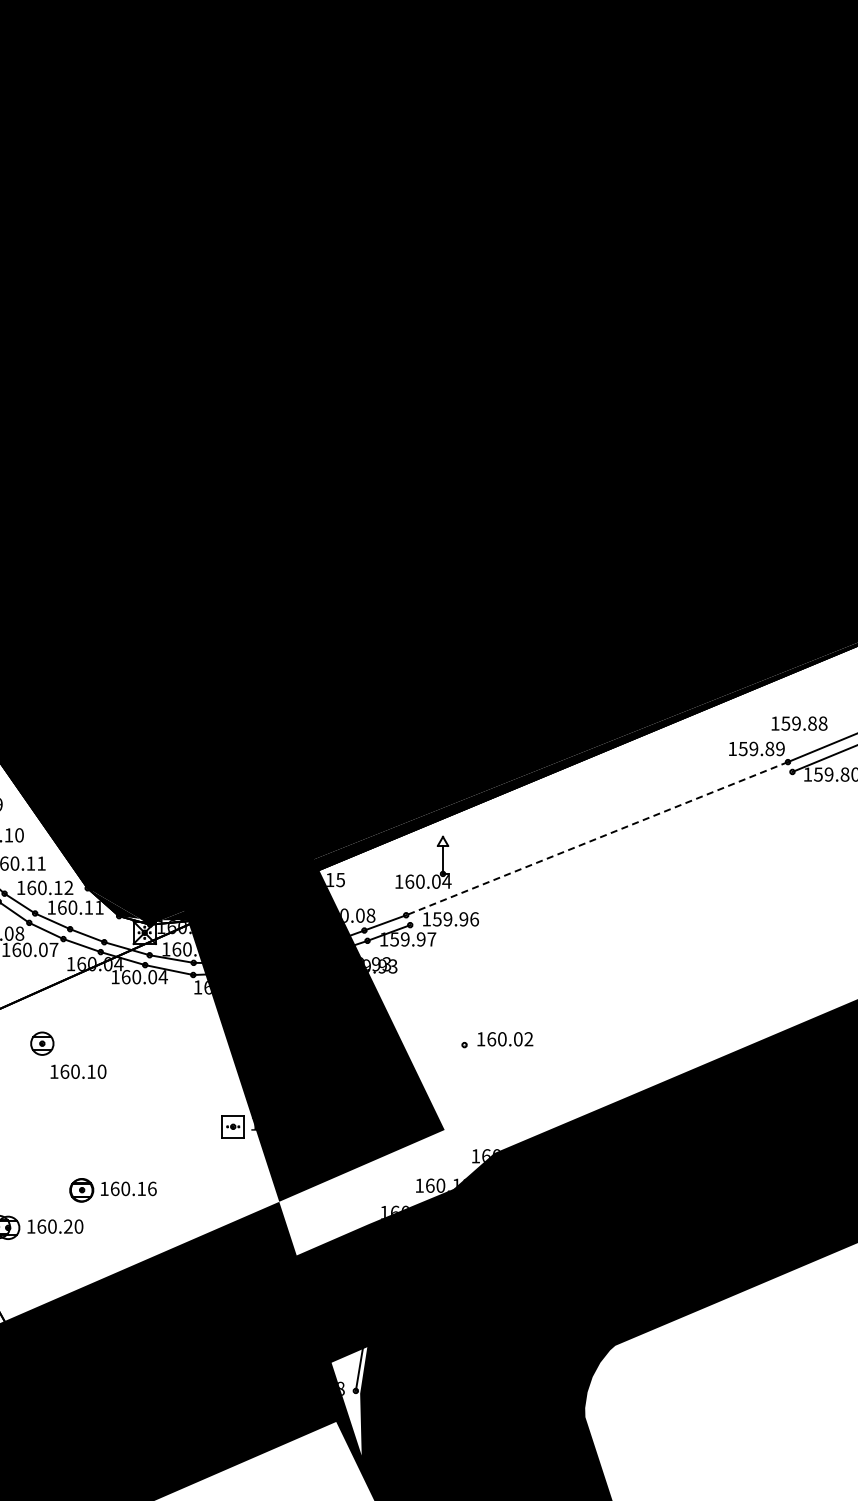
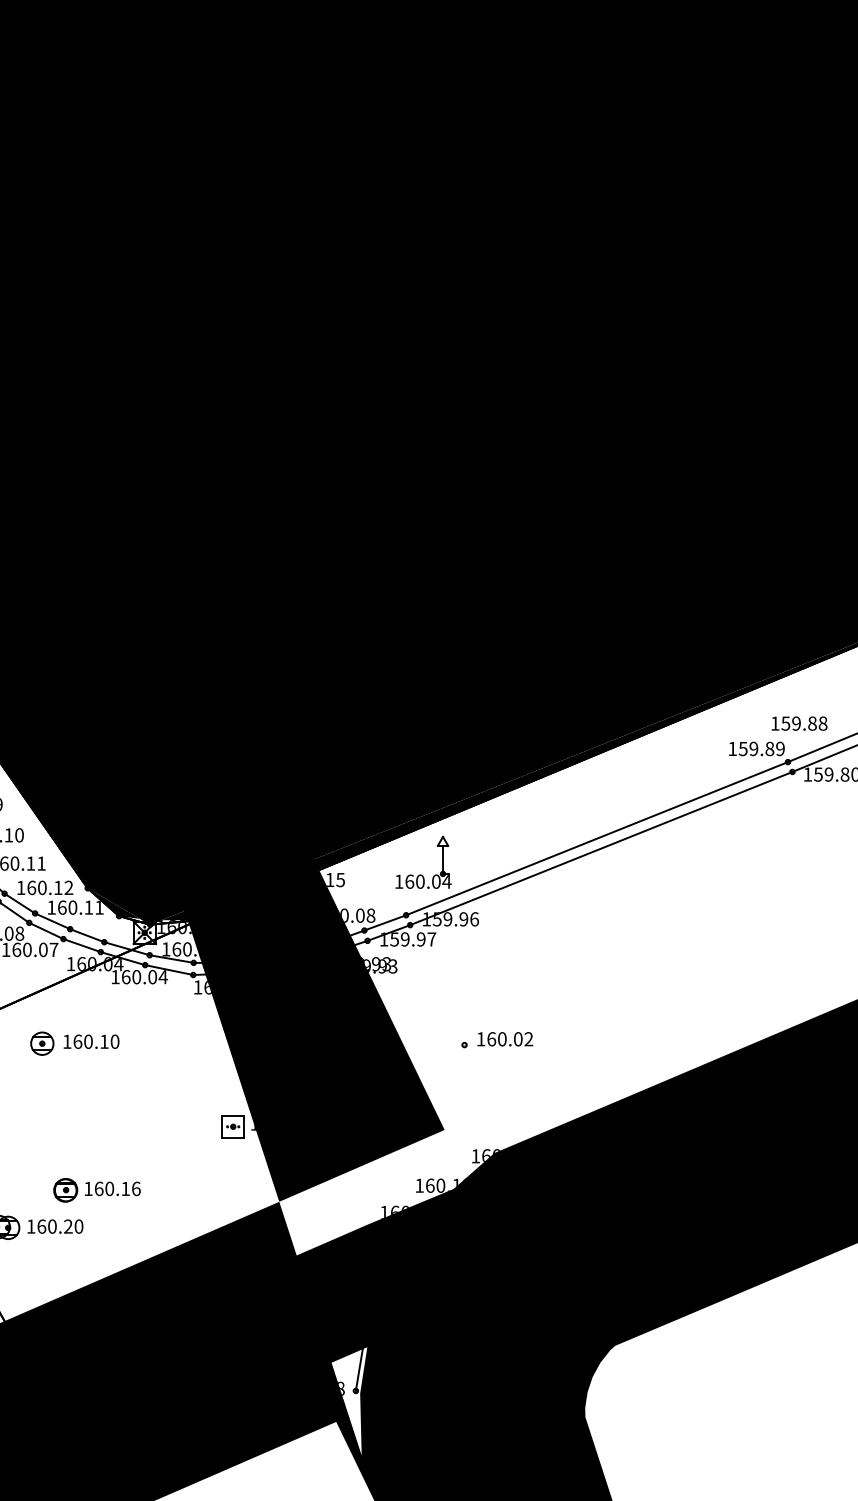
line at (597, 838): dashed -> solid
line at (601, 848): none -> present
text at (78, 1071) position: (78, 1071) -> (91, 1041)
part at (112, 1190) position: (112, 1190) -> (96, 1190)
